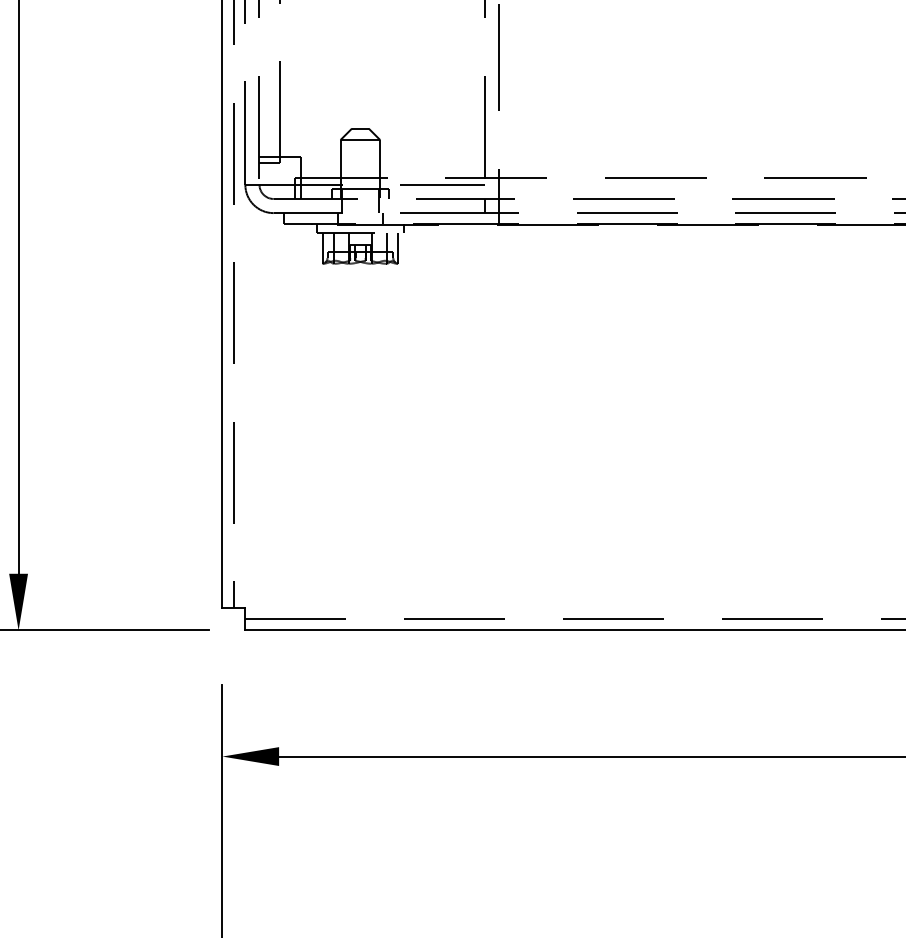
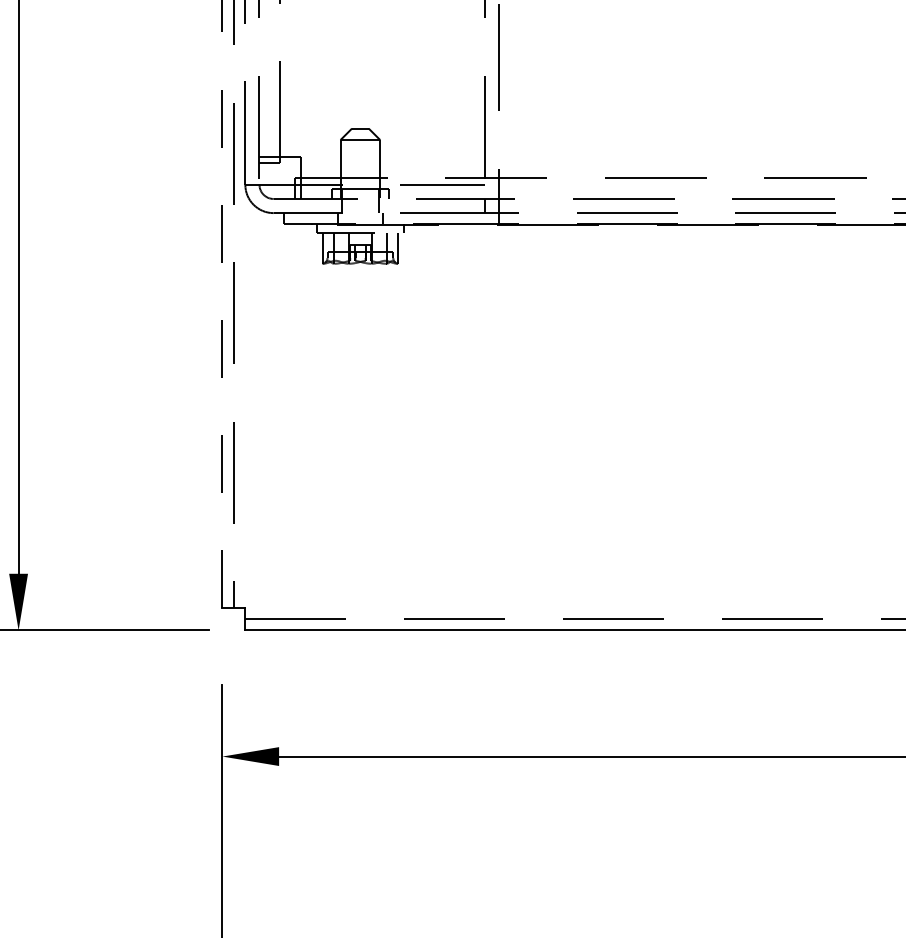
line at (222, 303): solid -> dashed
